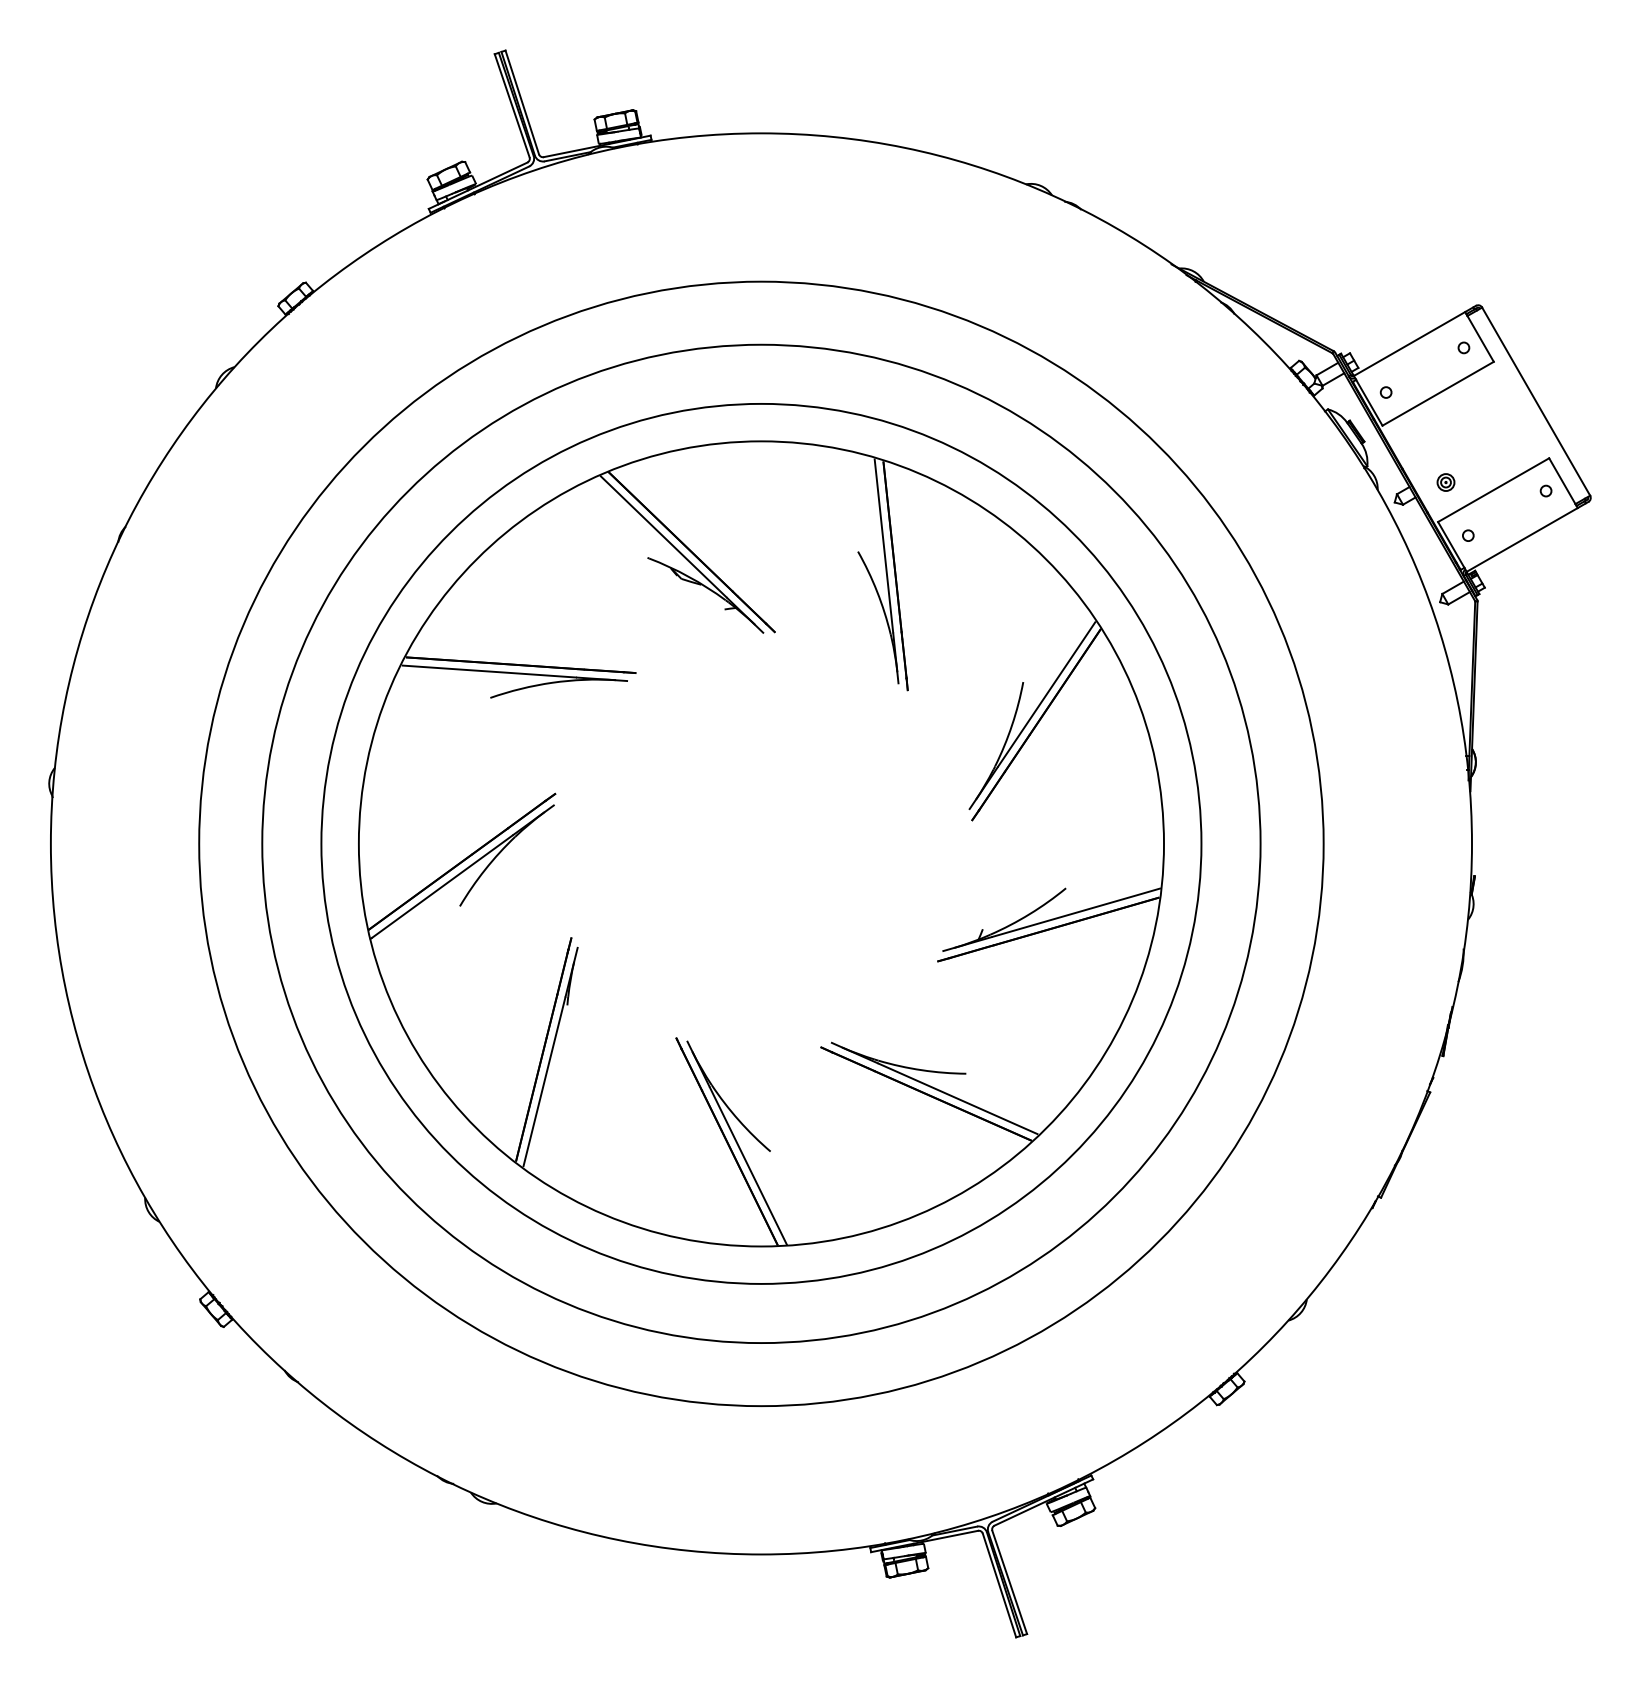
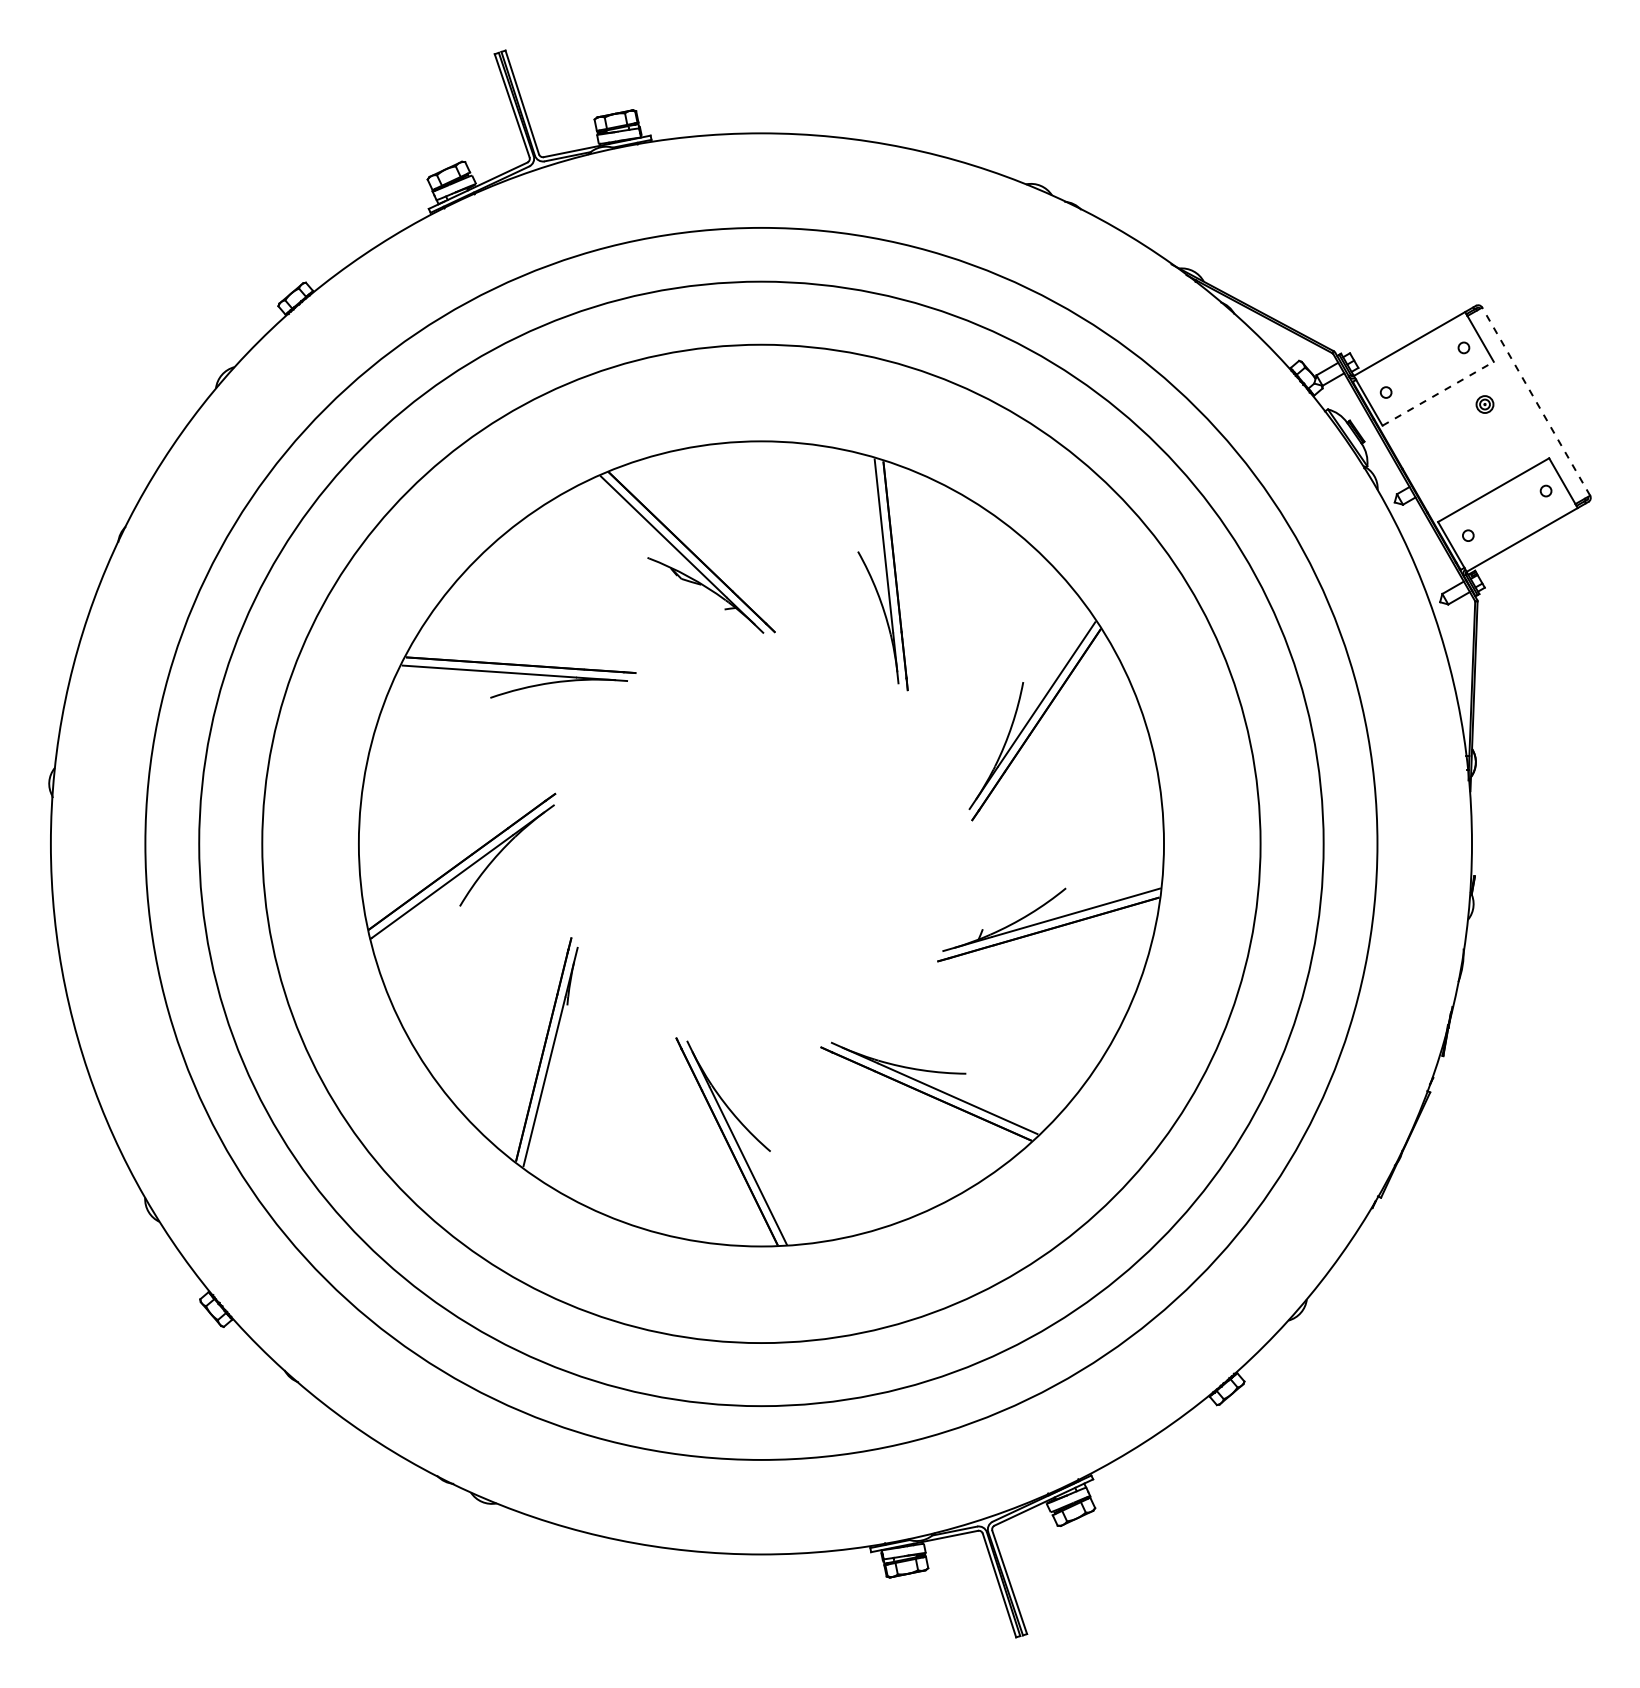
line at (1438, 393): solid -> dashed
line at (1535, 401): solid -> dashed
part at (1445, 482) position: (1445, 482) -> (1484, 404)
circle at (761, 843) diameter: 880 px -> 1232 px
